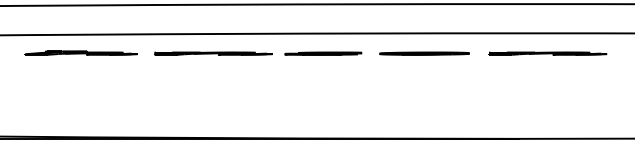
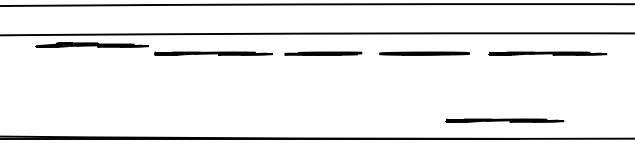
part at (80, 52) position: (80, 52) -> (91, 44)
line at (504, 120): none -> present
